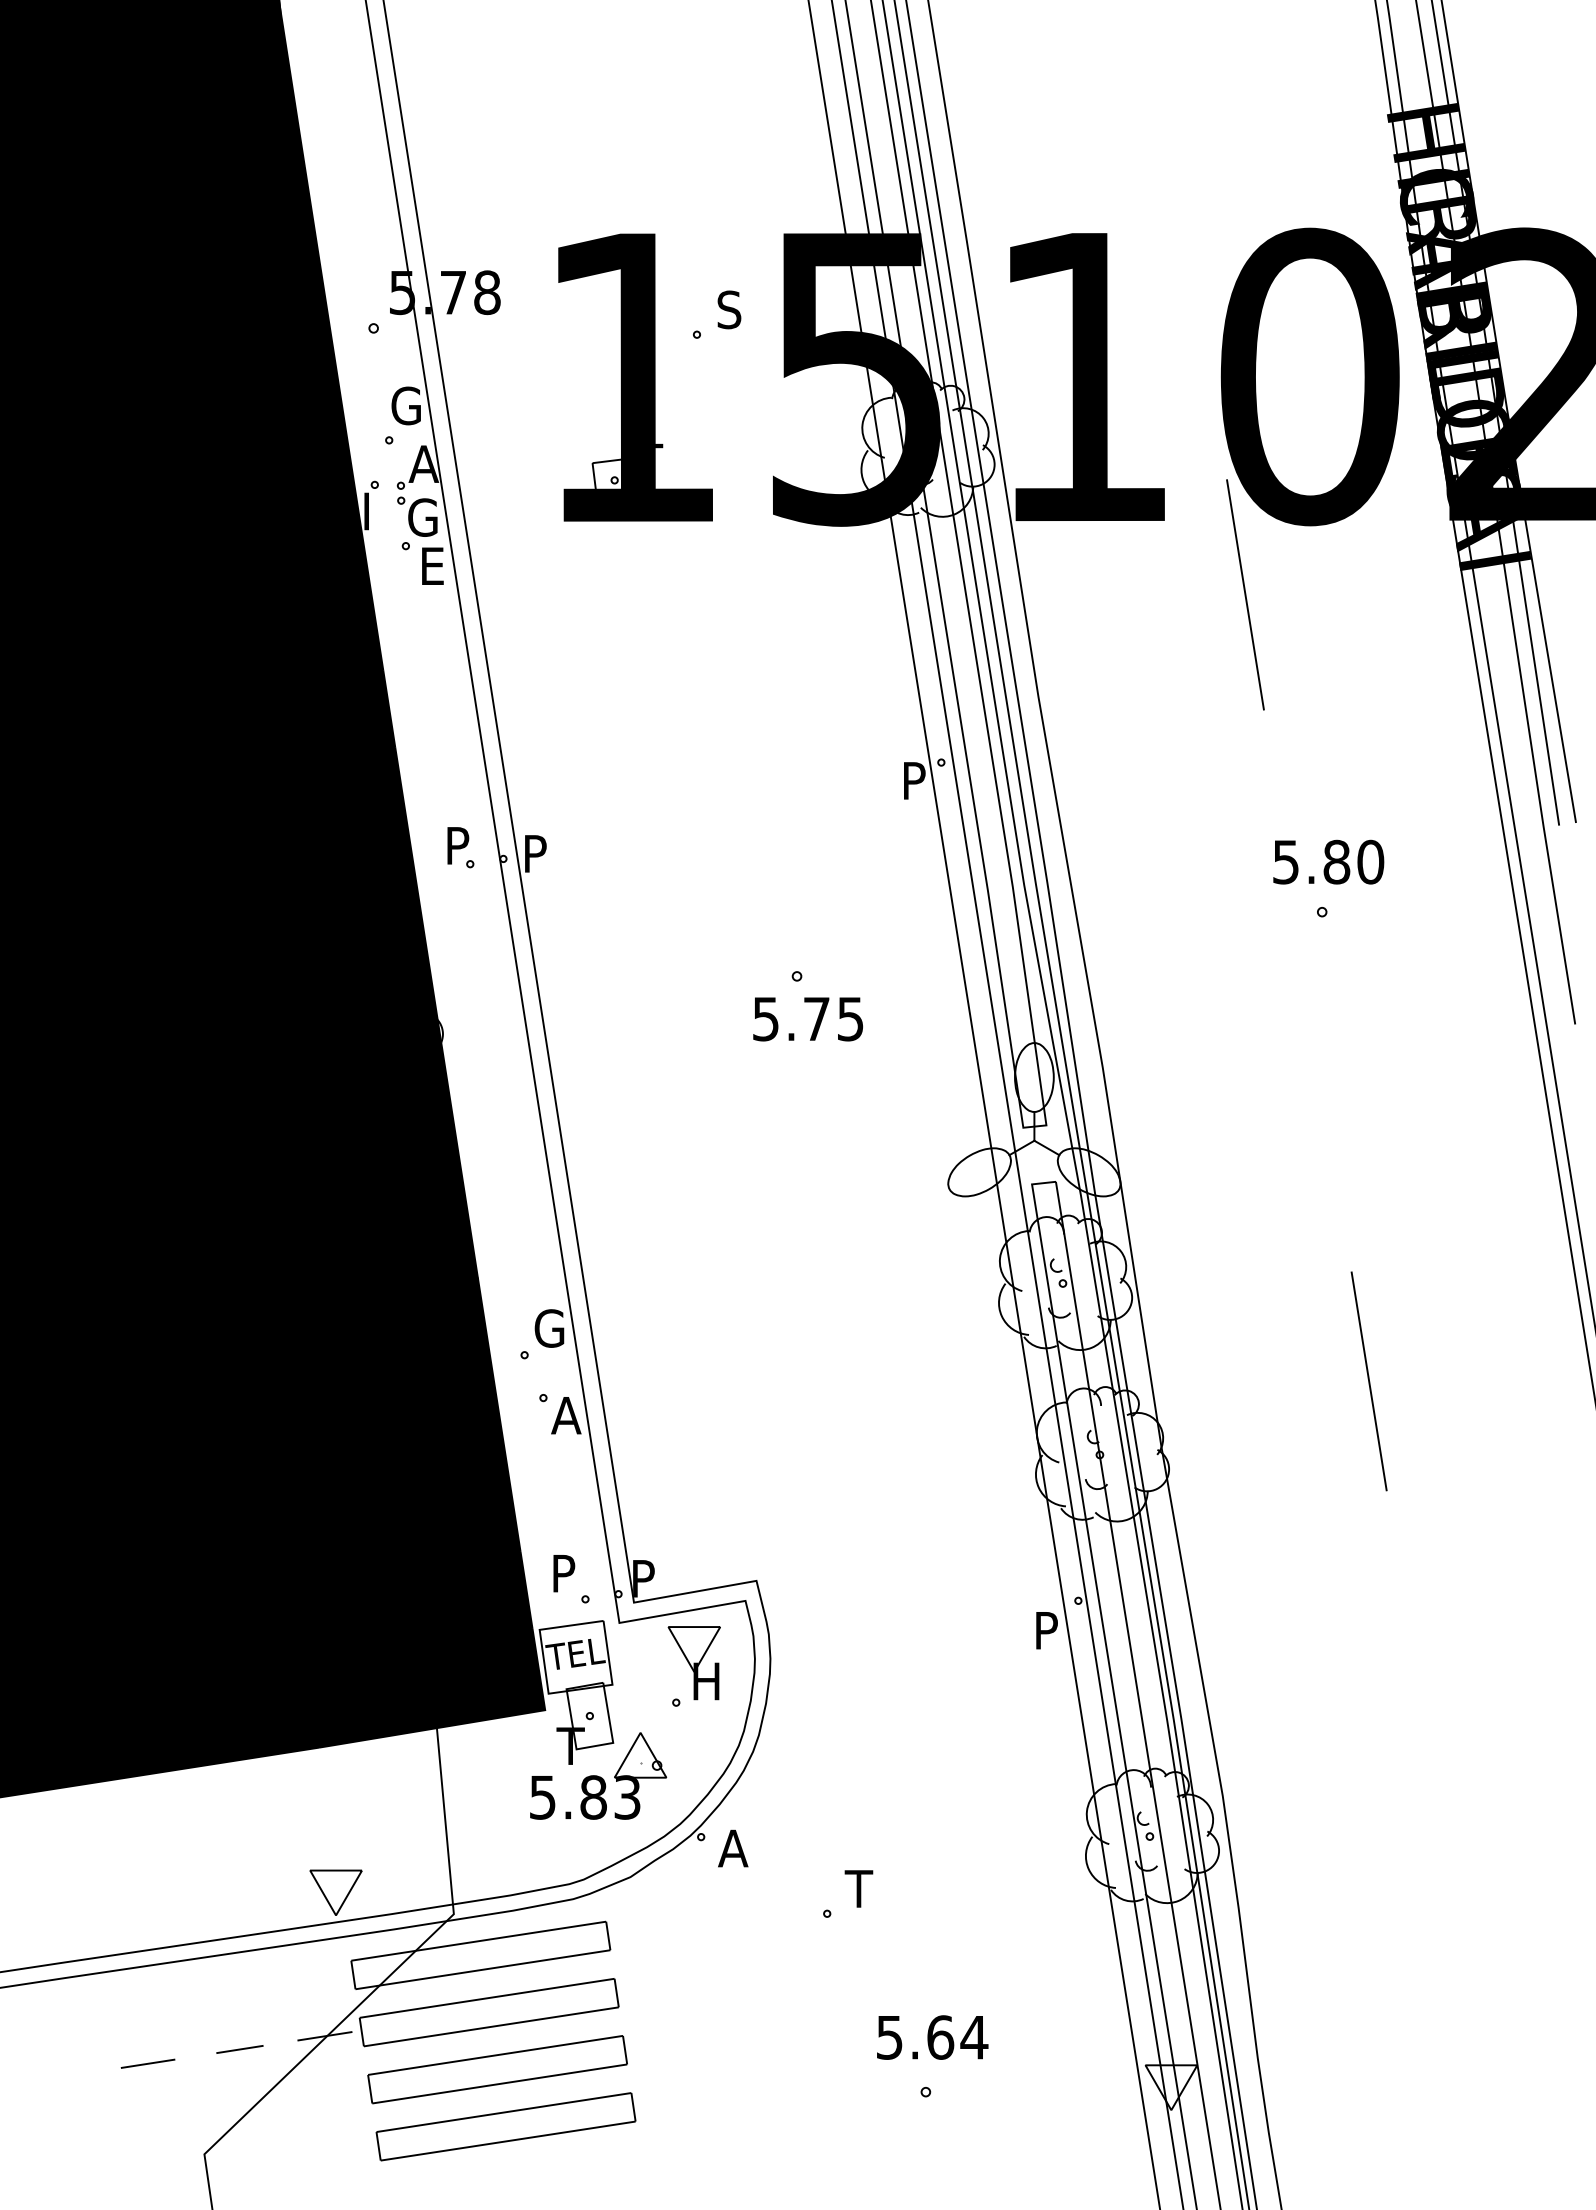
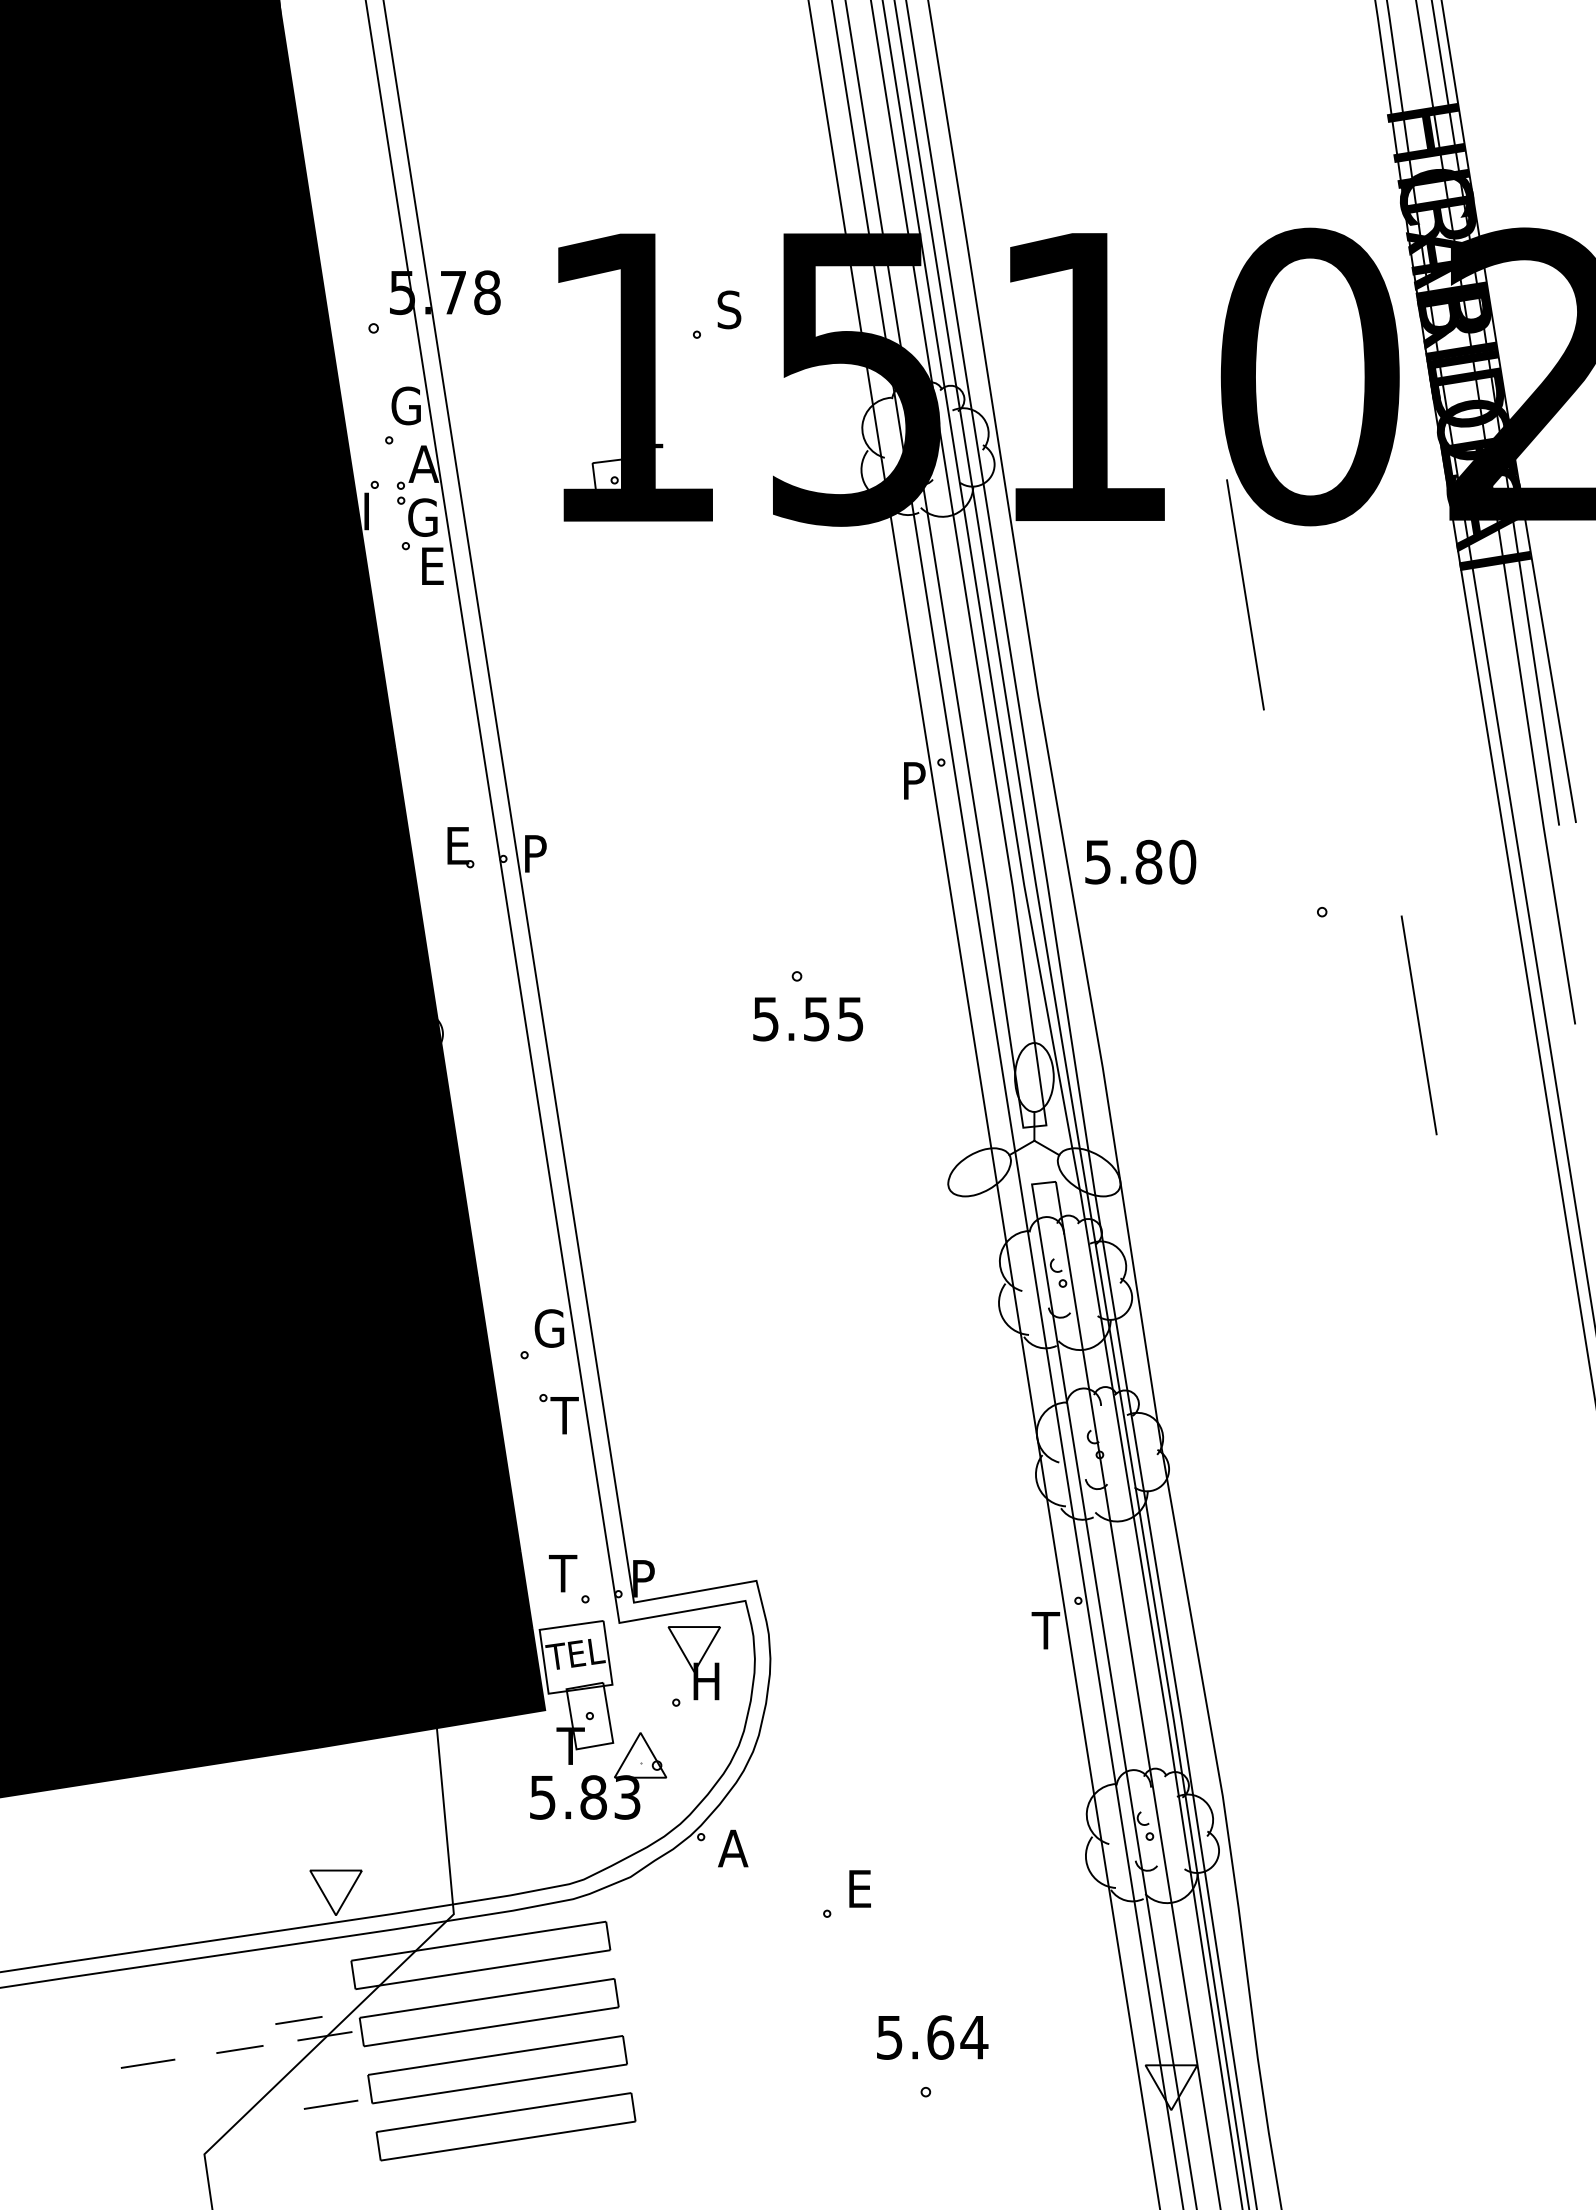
text at (460, 845): P -> E
text at (1328, 861) position: (1328, 861) -> (1140, 861)
text at (816, 1019): 5.75 -> 5.55
line at (1368, 1381) position: (1368, 1381) -> (1418, 1025)
text at (565, 1415): A -> T
text at (562, 1573): P -> T
text at (1045, 1630): P -> T
text at (858, 1888): T -> E
line at (298, 2020): none -> present
line at (330, 2104): none -> present
